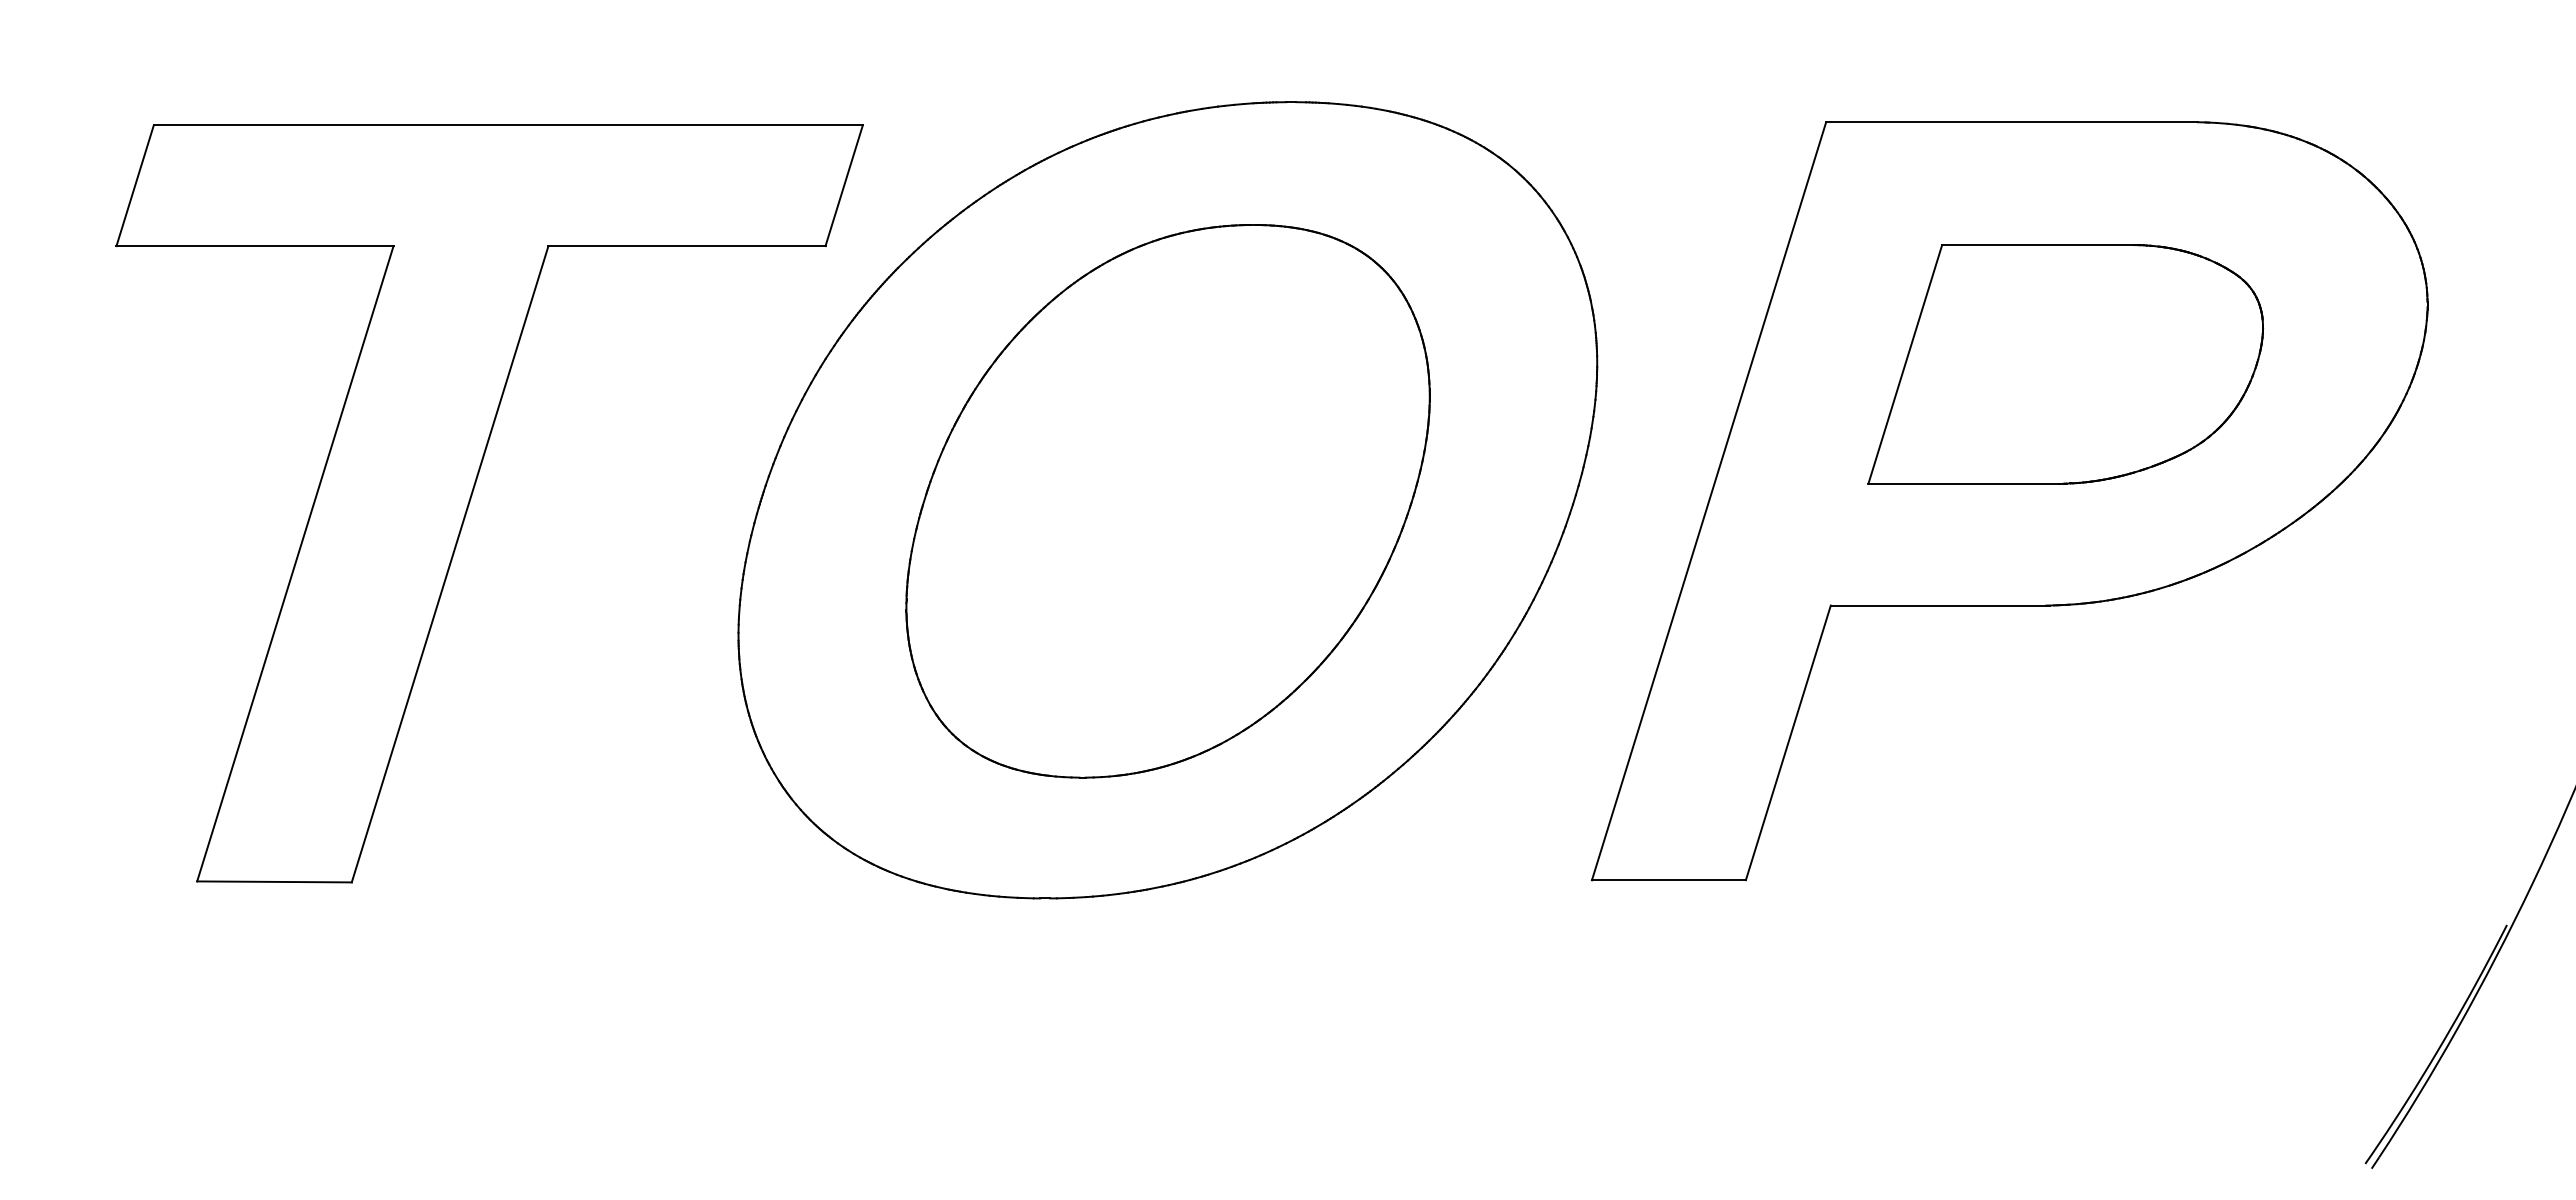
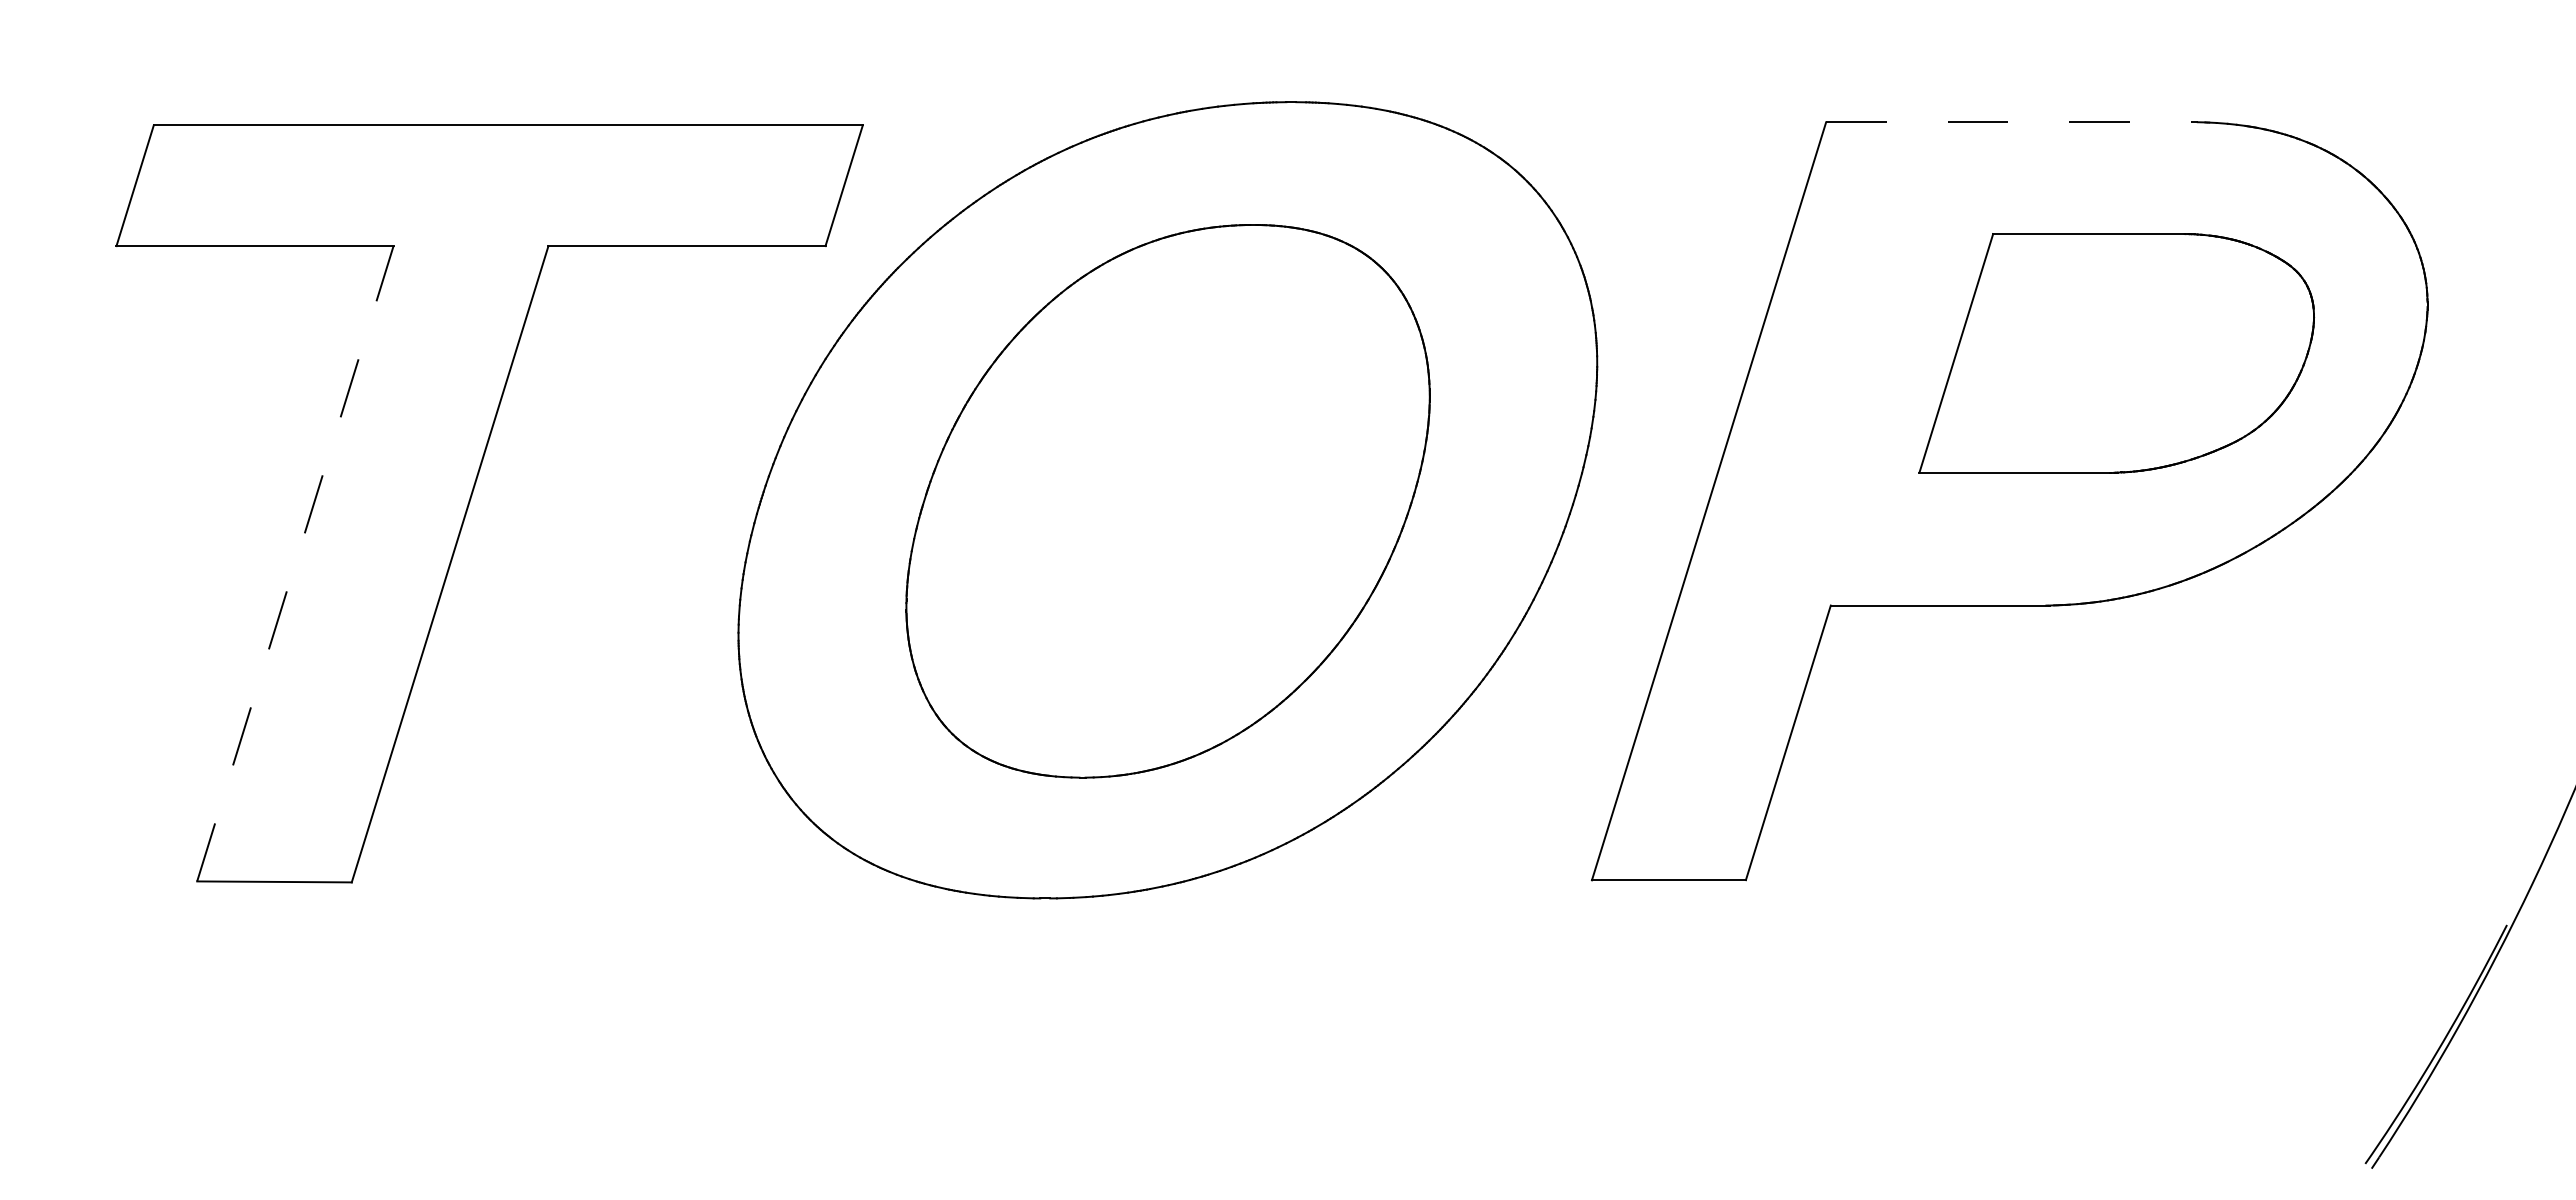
line at (2011, 122): solid -> dashed
part at (2065, 364) position: (2065, 364) -> (2116, 353)
line at (295, 563): solid -> dashed
